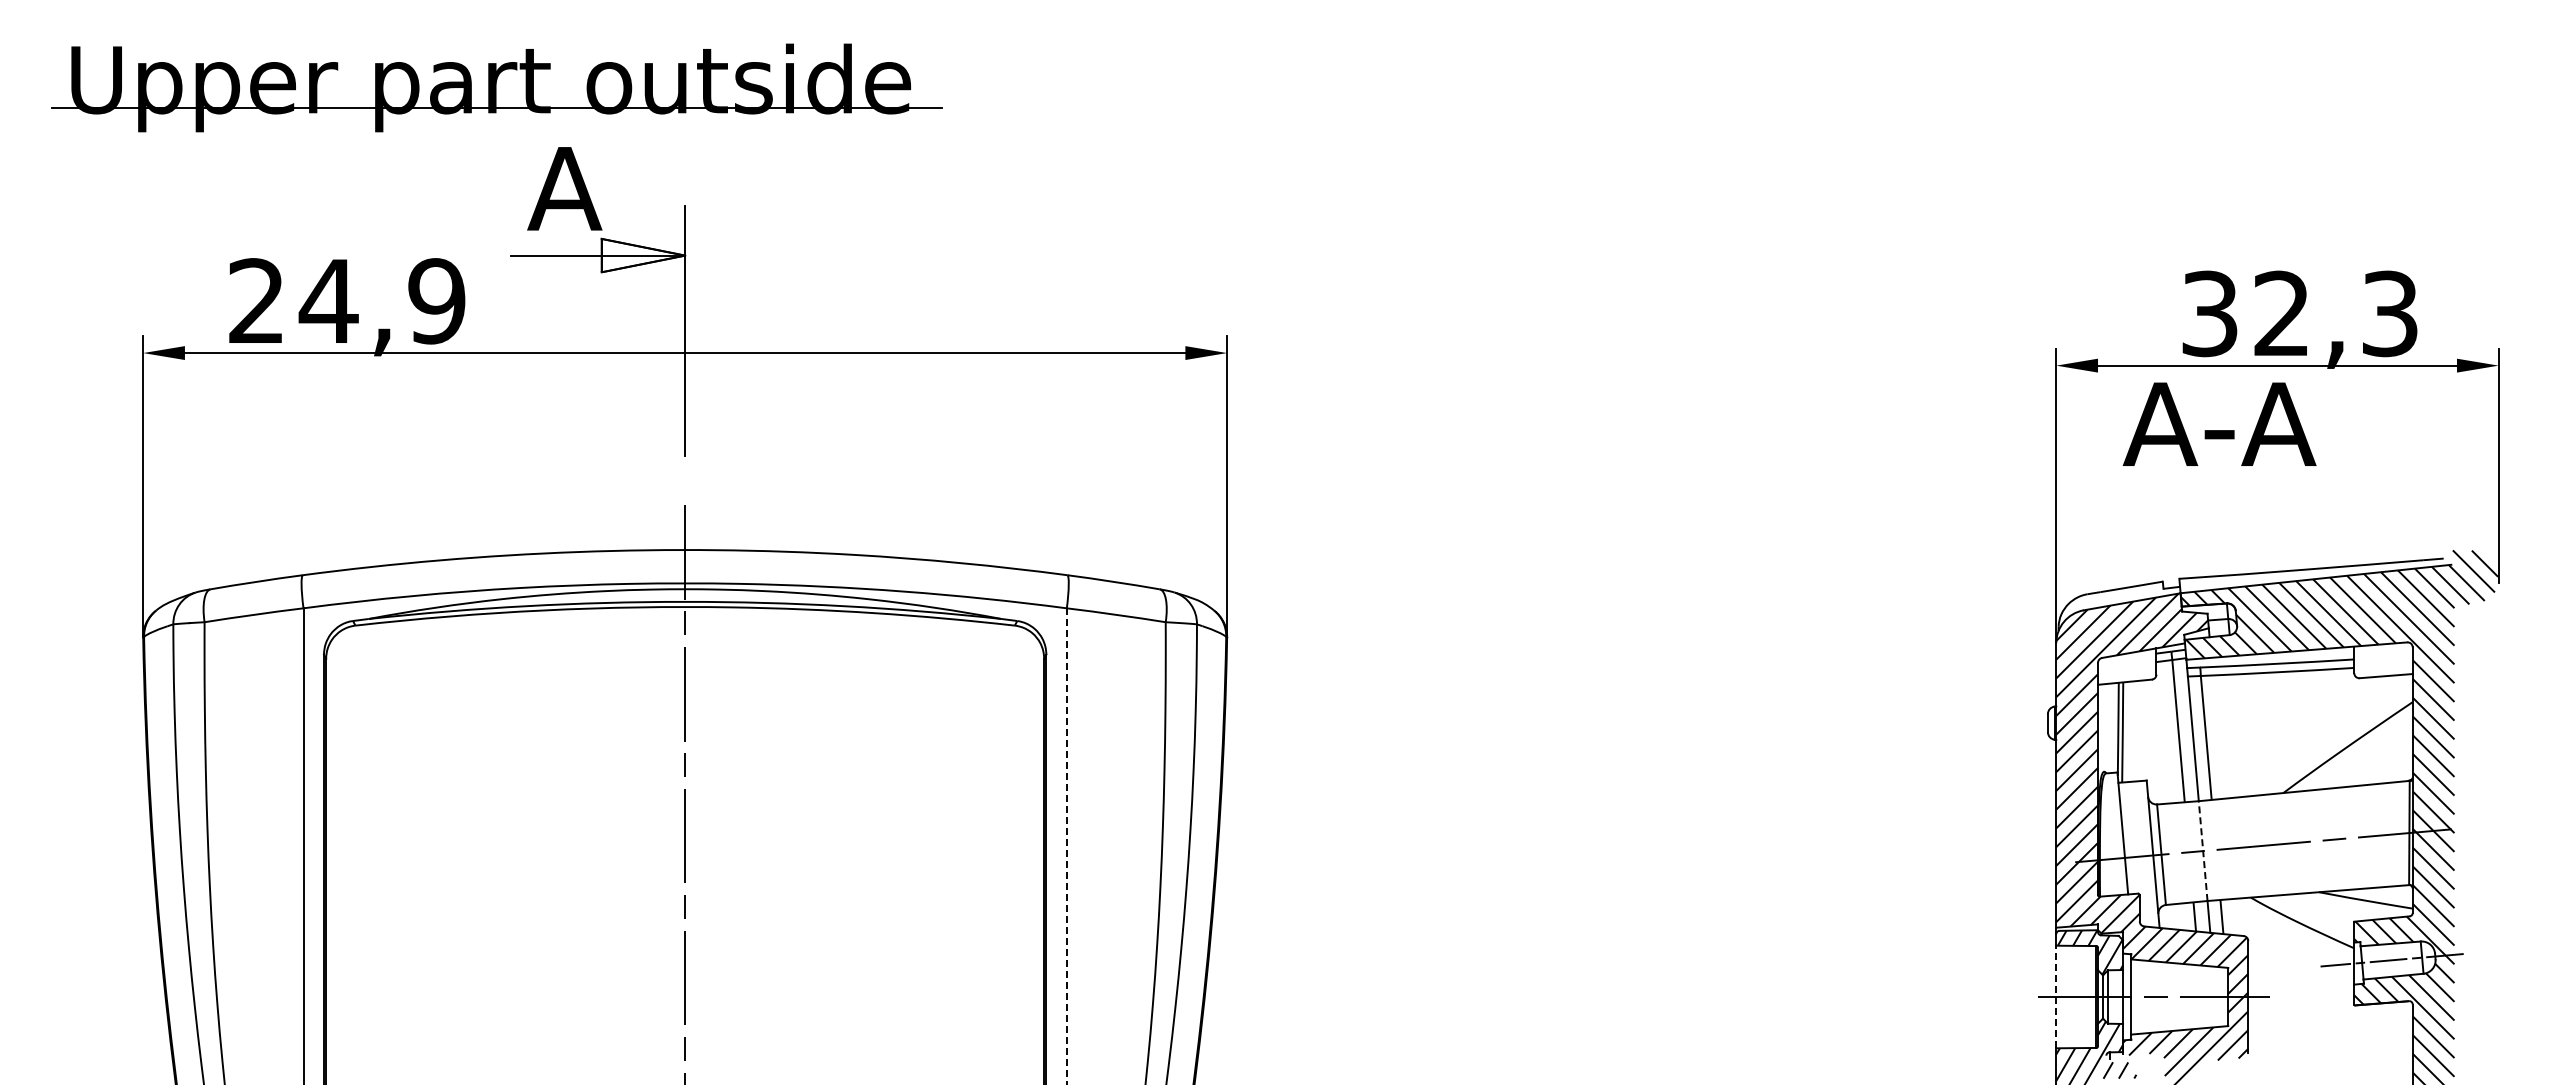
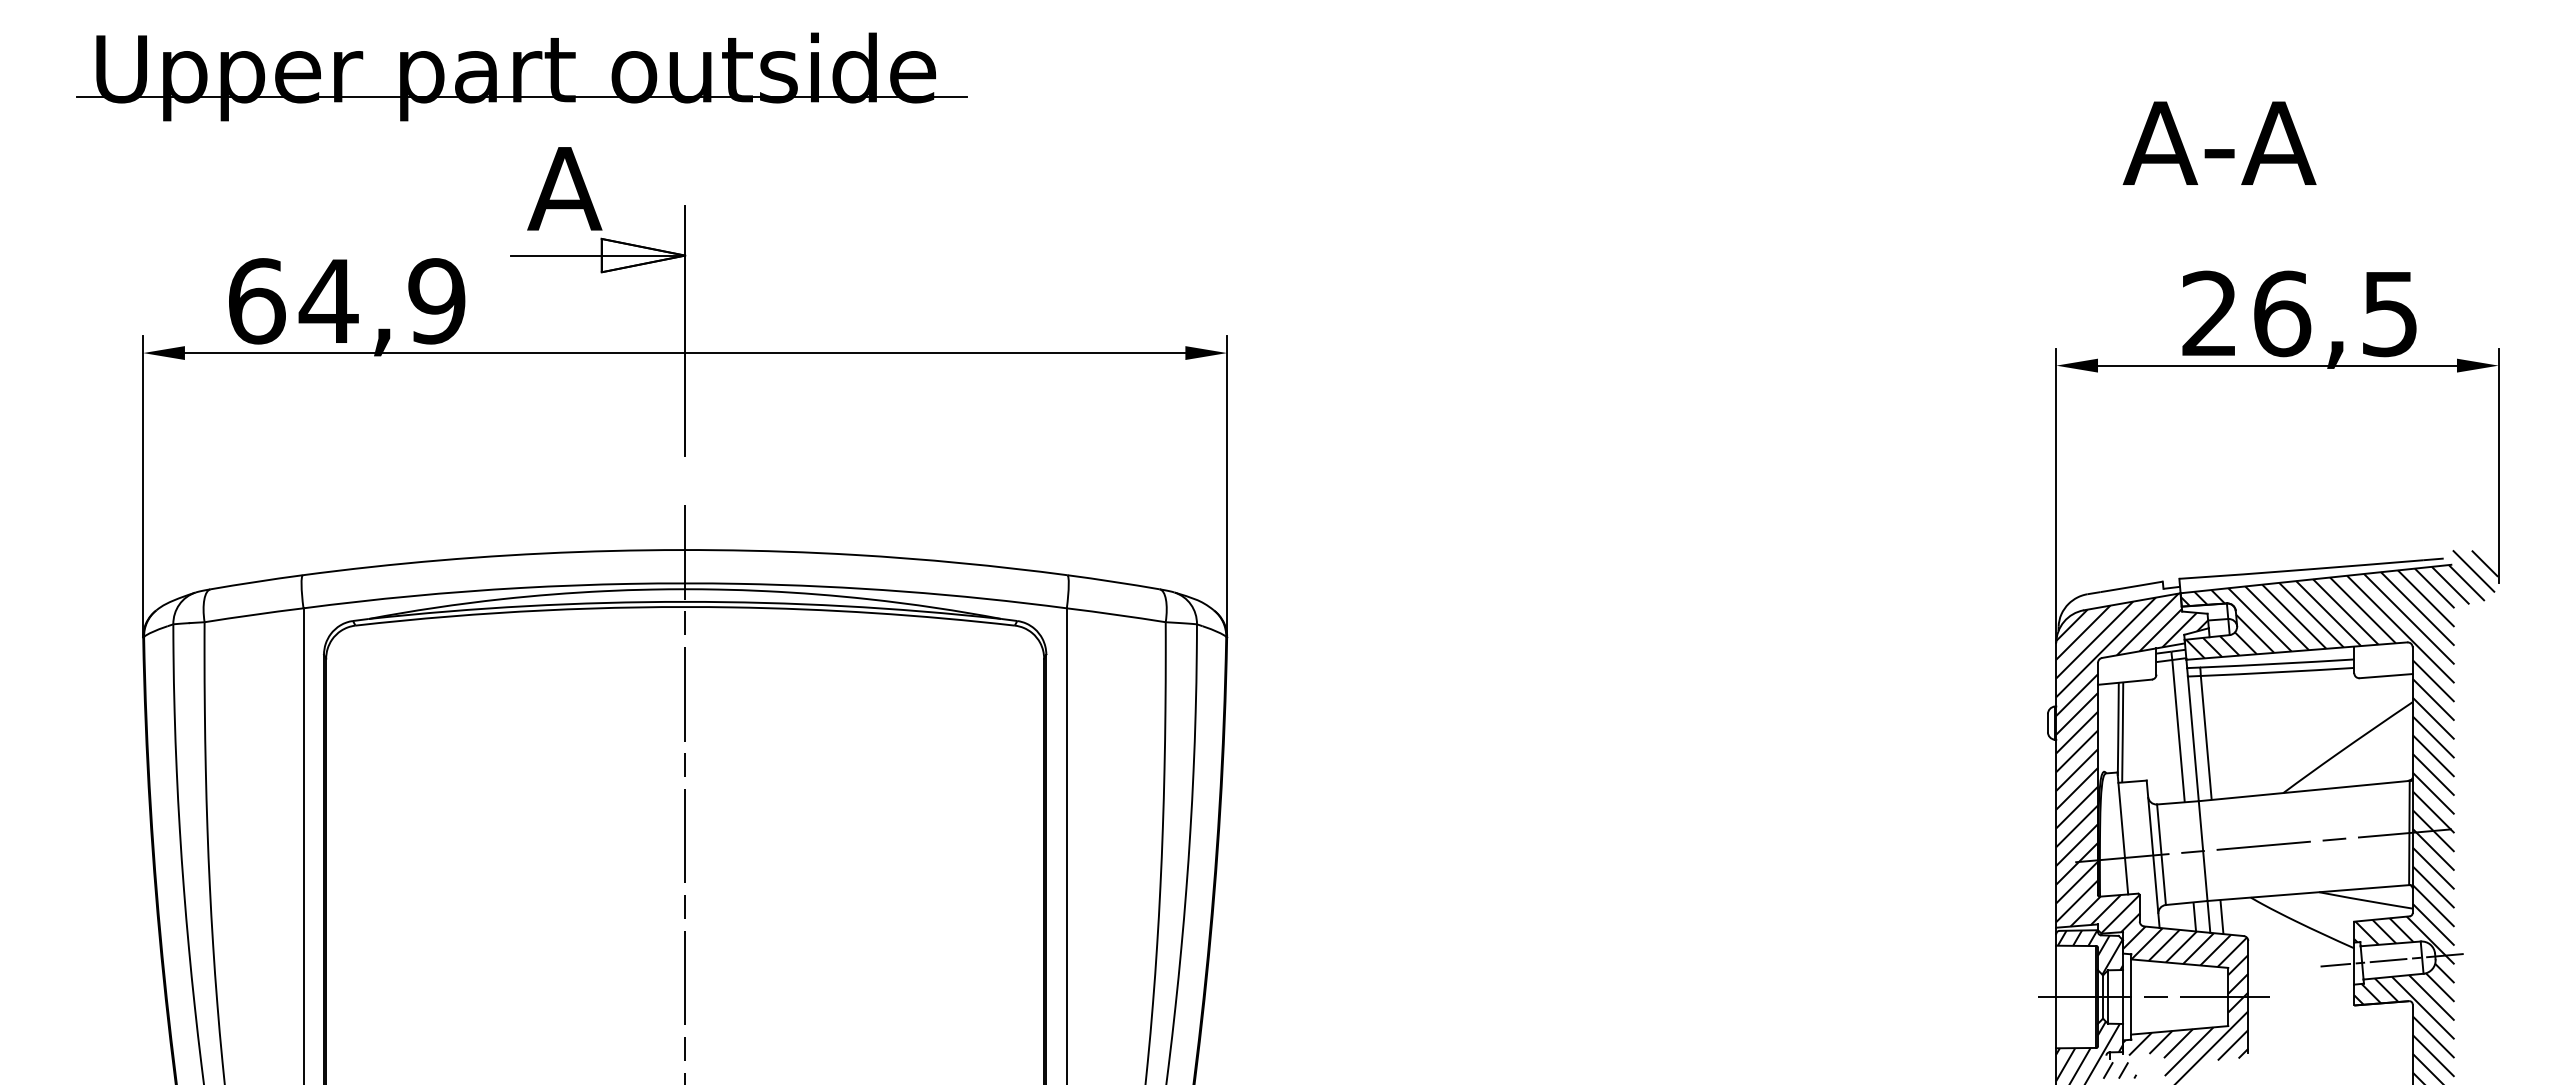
part at (496, 87) position: (496, 87) -> (521, 76)
text at (257, 301): 24,9 -> 64,9
text at (2299, 313): 32,3 -> 26,5
text at (2219, 423) position: (2219, 423) -> (2219, 142)
line at (1066, 846): dashed -> solid
line at (2203, 850): dashed -> solid
line at (2056, 996): dashed -> solid
